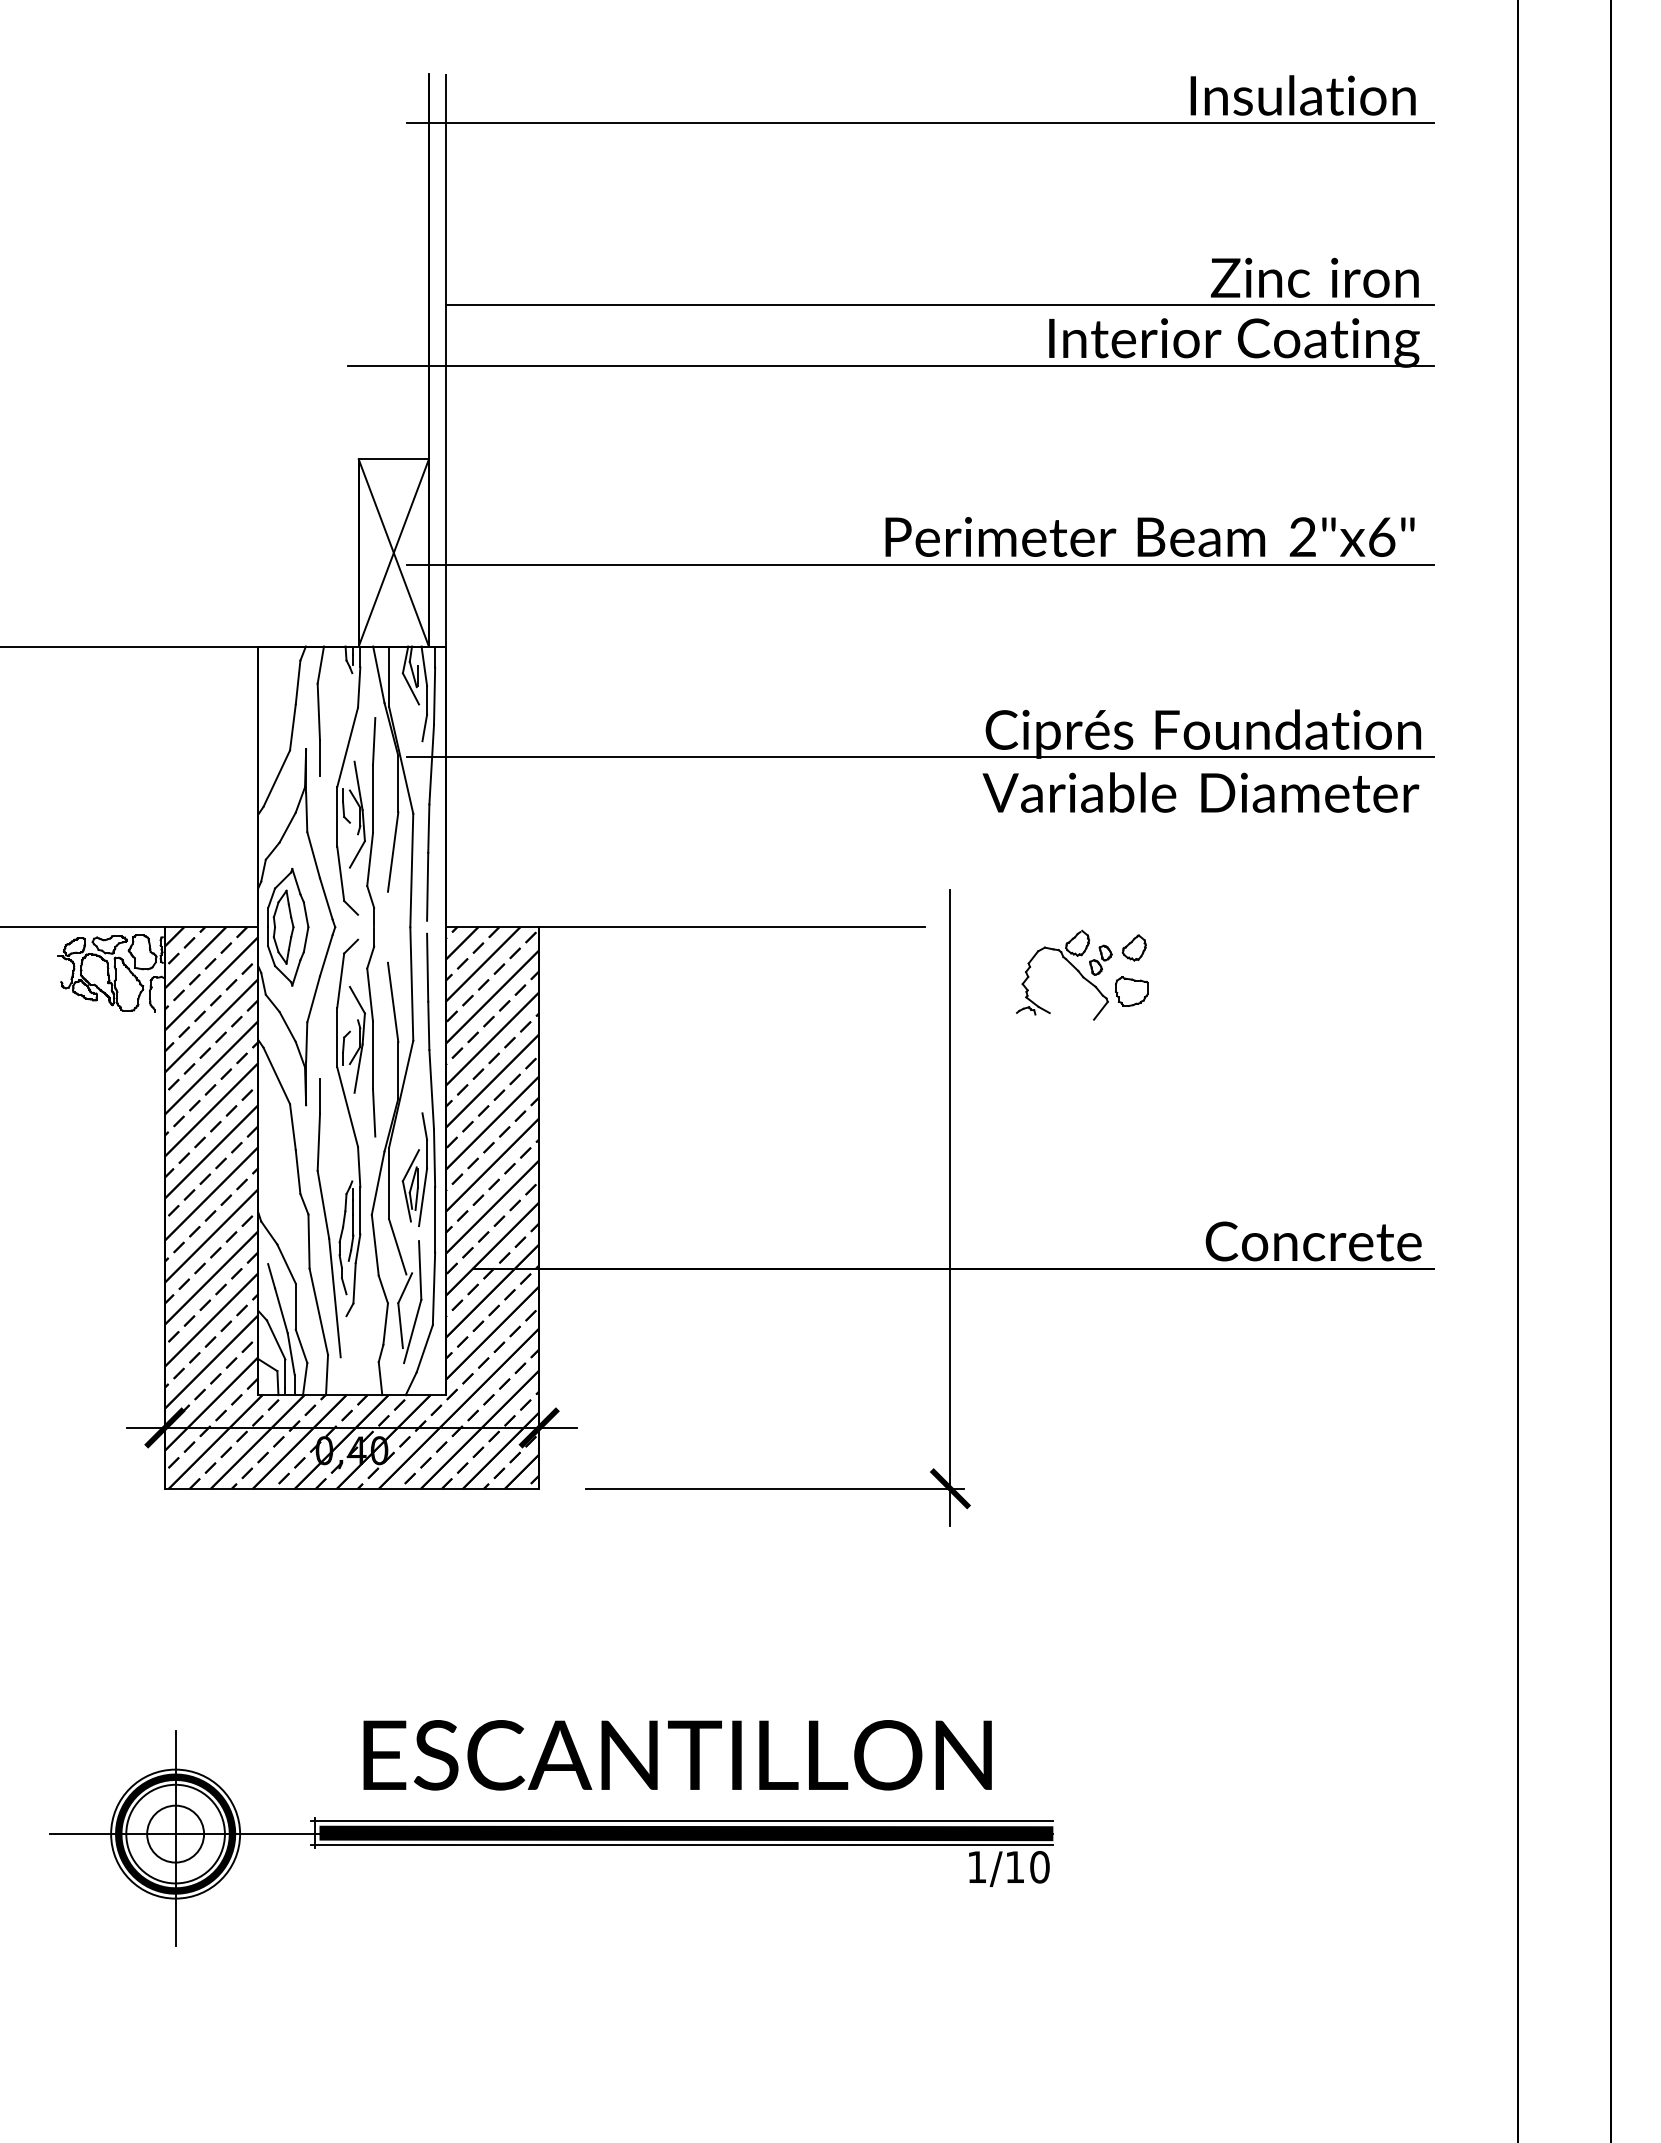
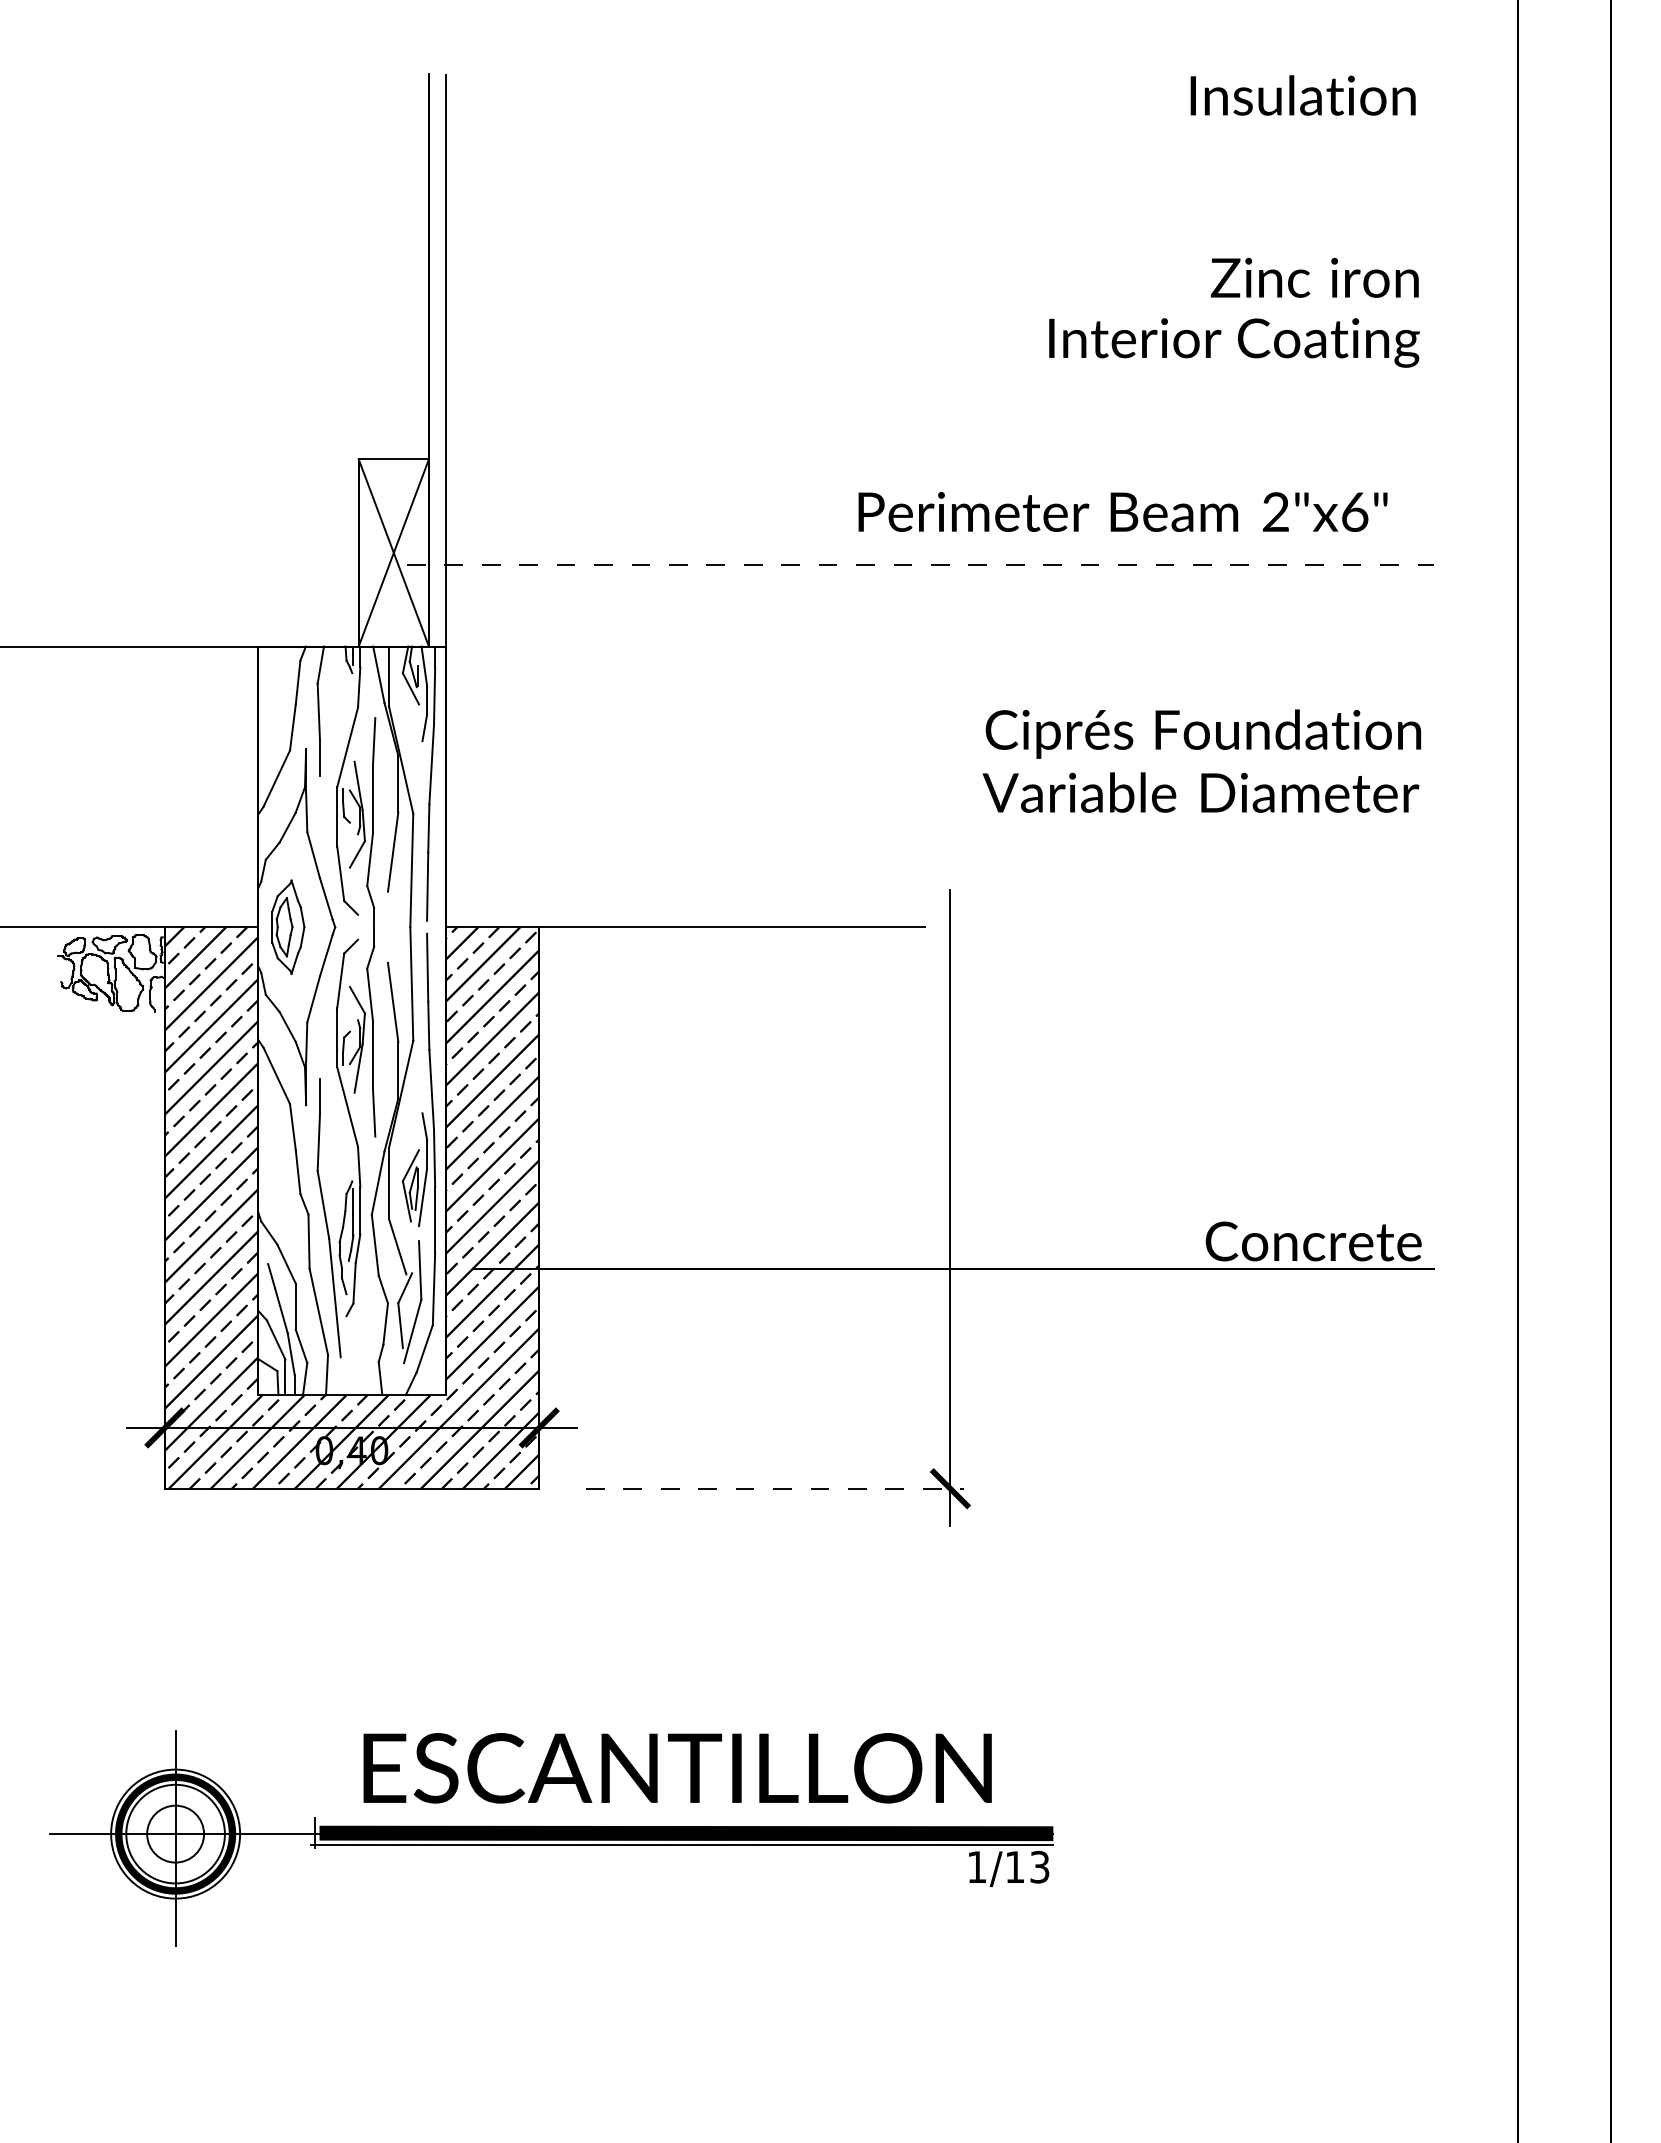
line at (920, 123): present -> none
line at (939, 305): present -> none
line at (890, 365): present -> none
text at (1149, 536) position: (1149, 536) -> (1122, 511)
line at (920, 564): solid -> dashed
line at (920, 757): present -> none
part at (288, 926) size: 43x120 px -> 35x96 px
part at (1082, 974): present -> none
line at (775, 1488): solid -> dashed
text at (677, 1755) position: (677, 1755) -> (677, 1768)
line at (681, 1821): present -> none
text at (1039, 1867): 1/10 -> 1/13
